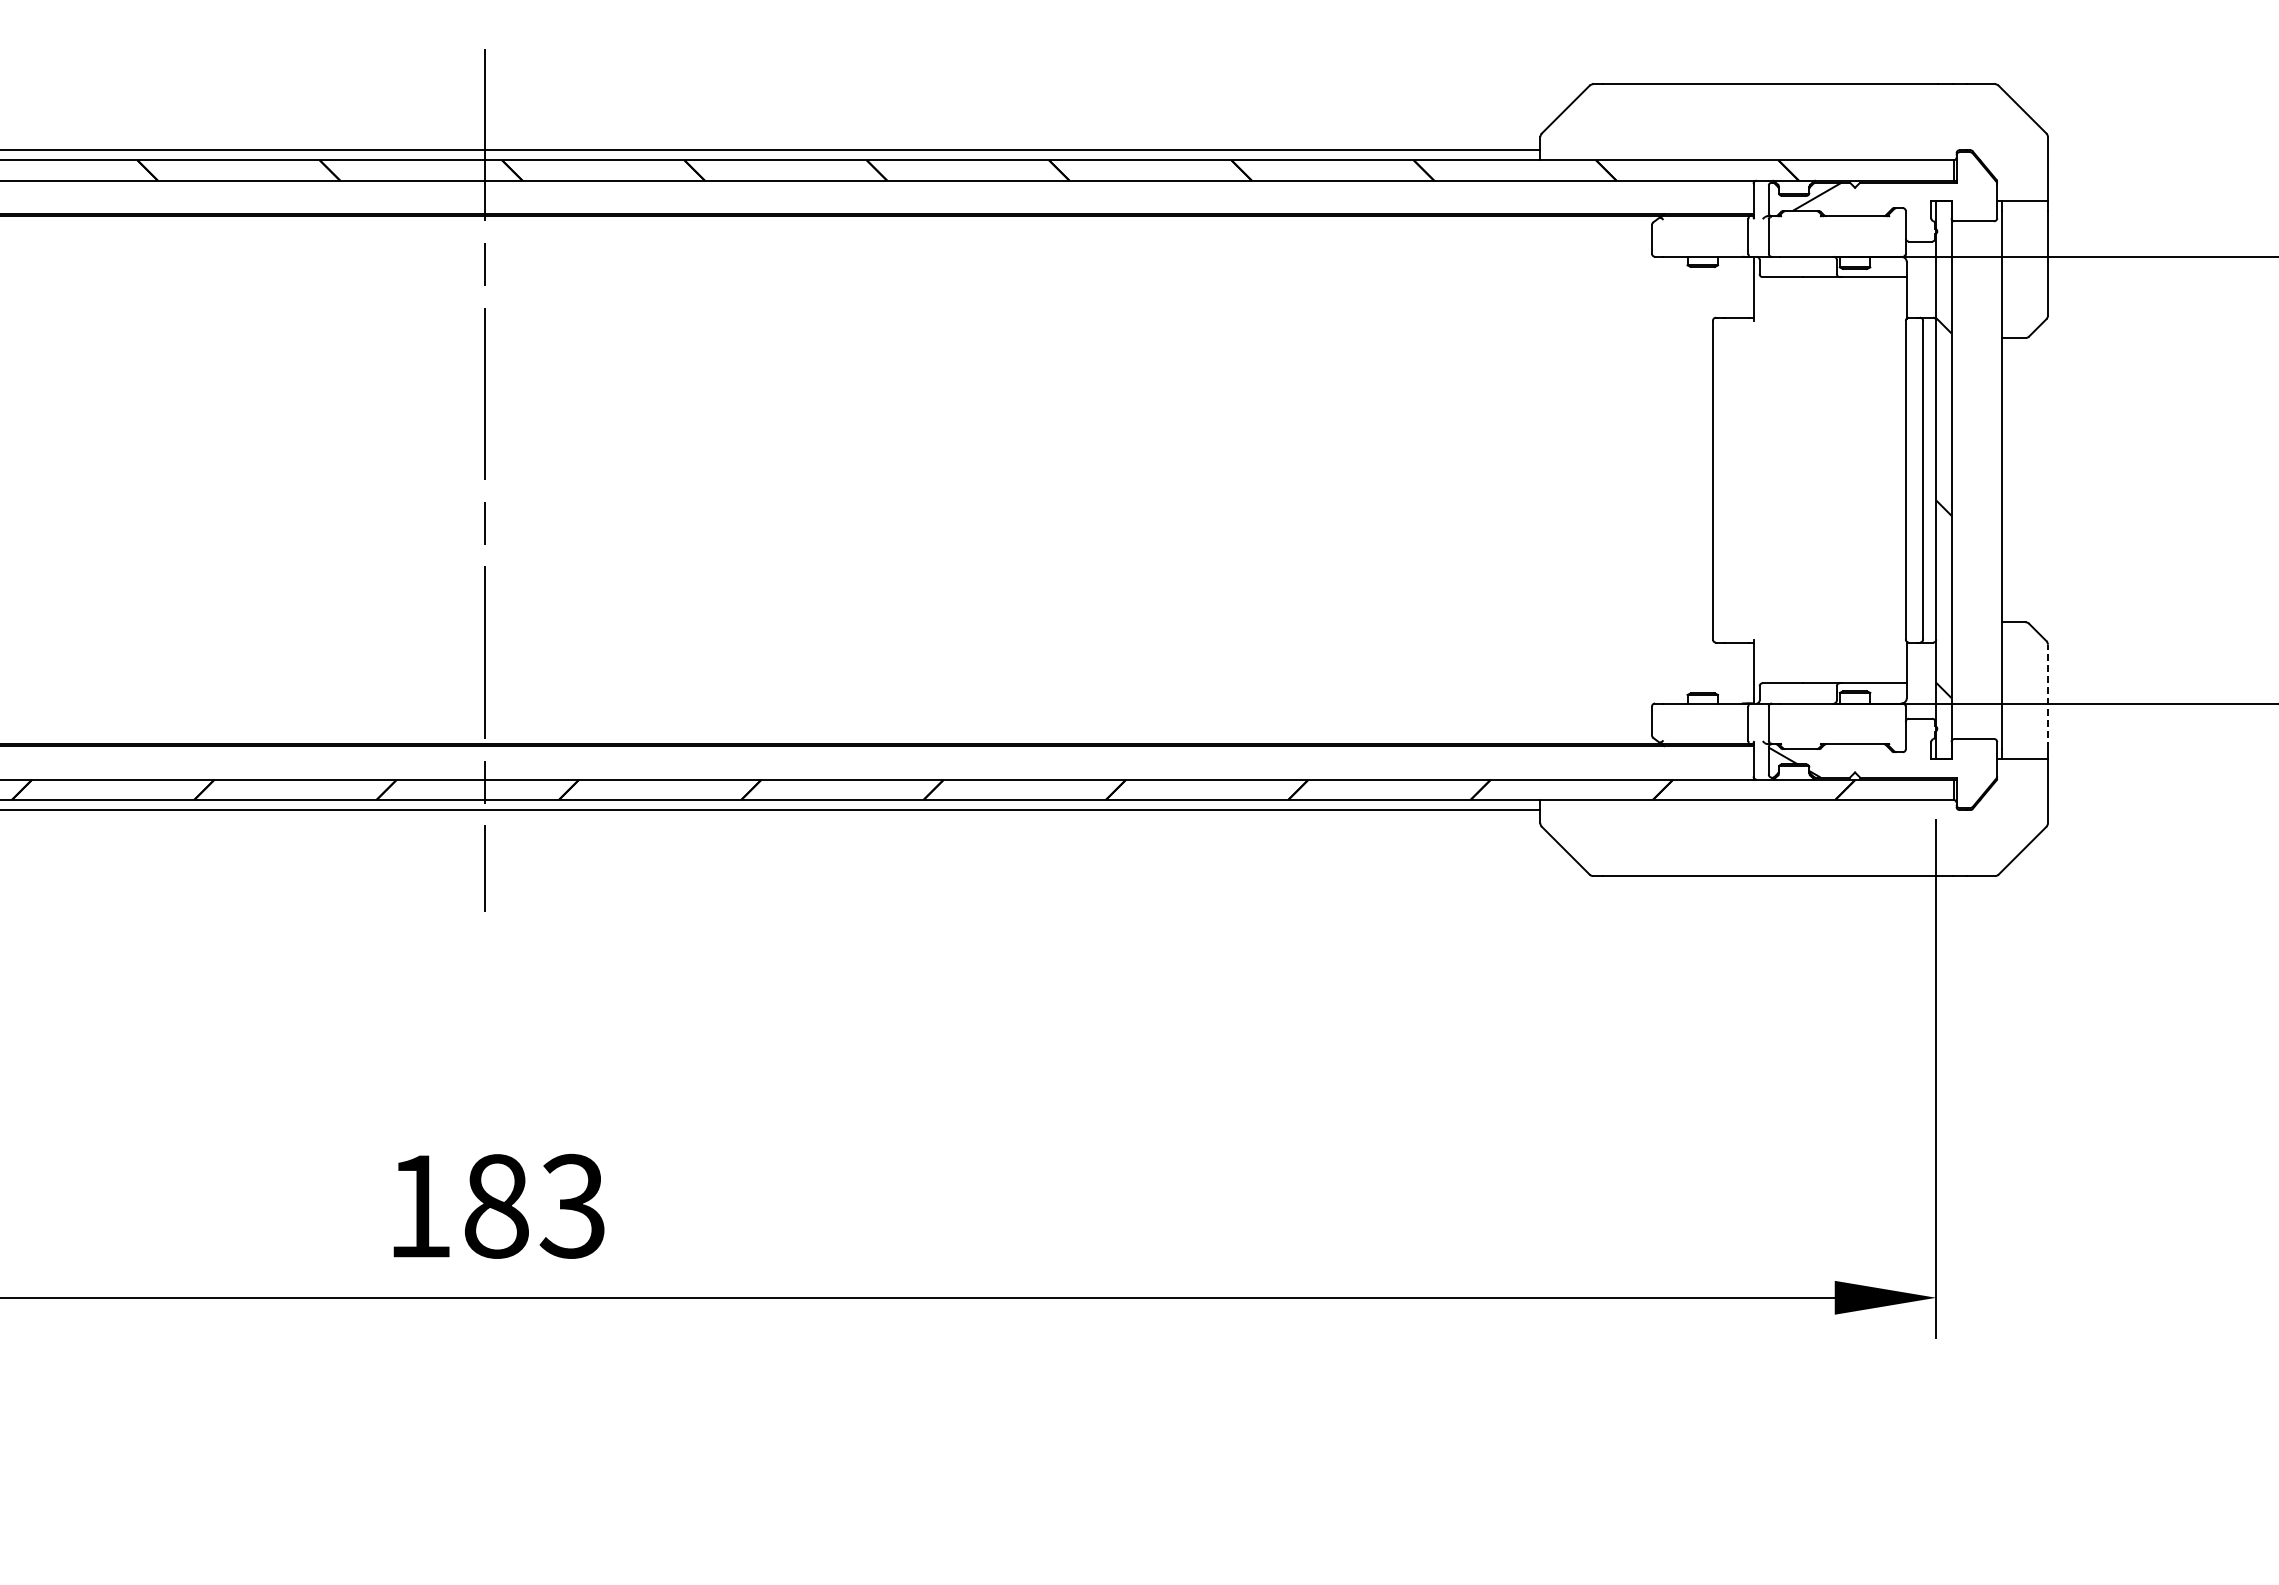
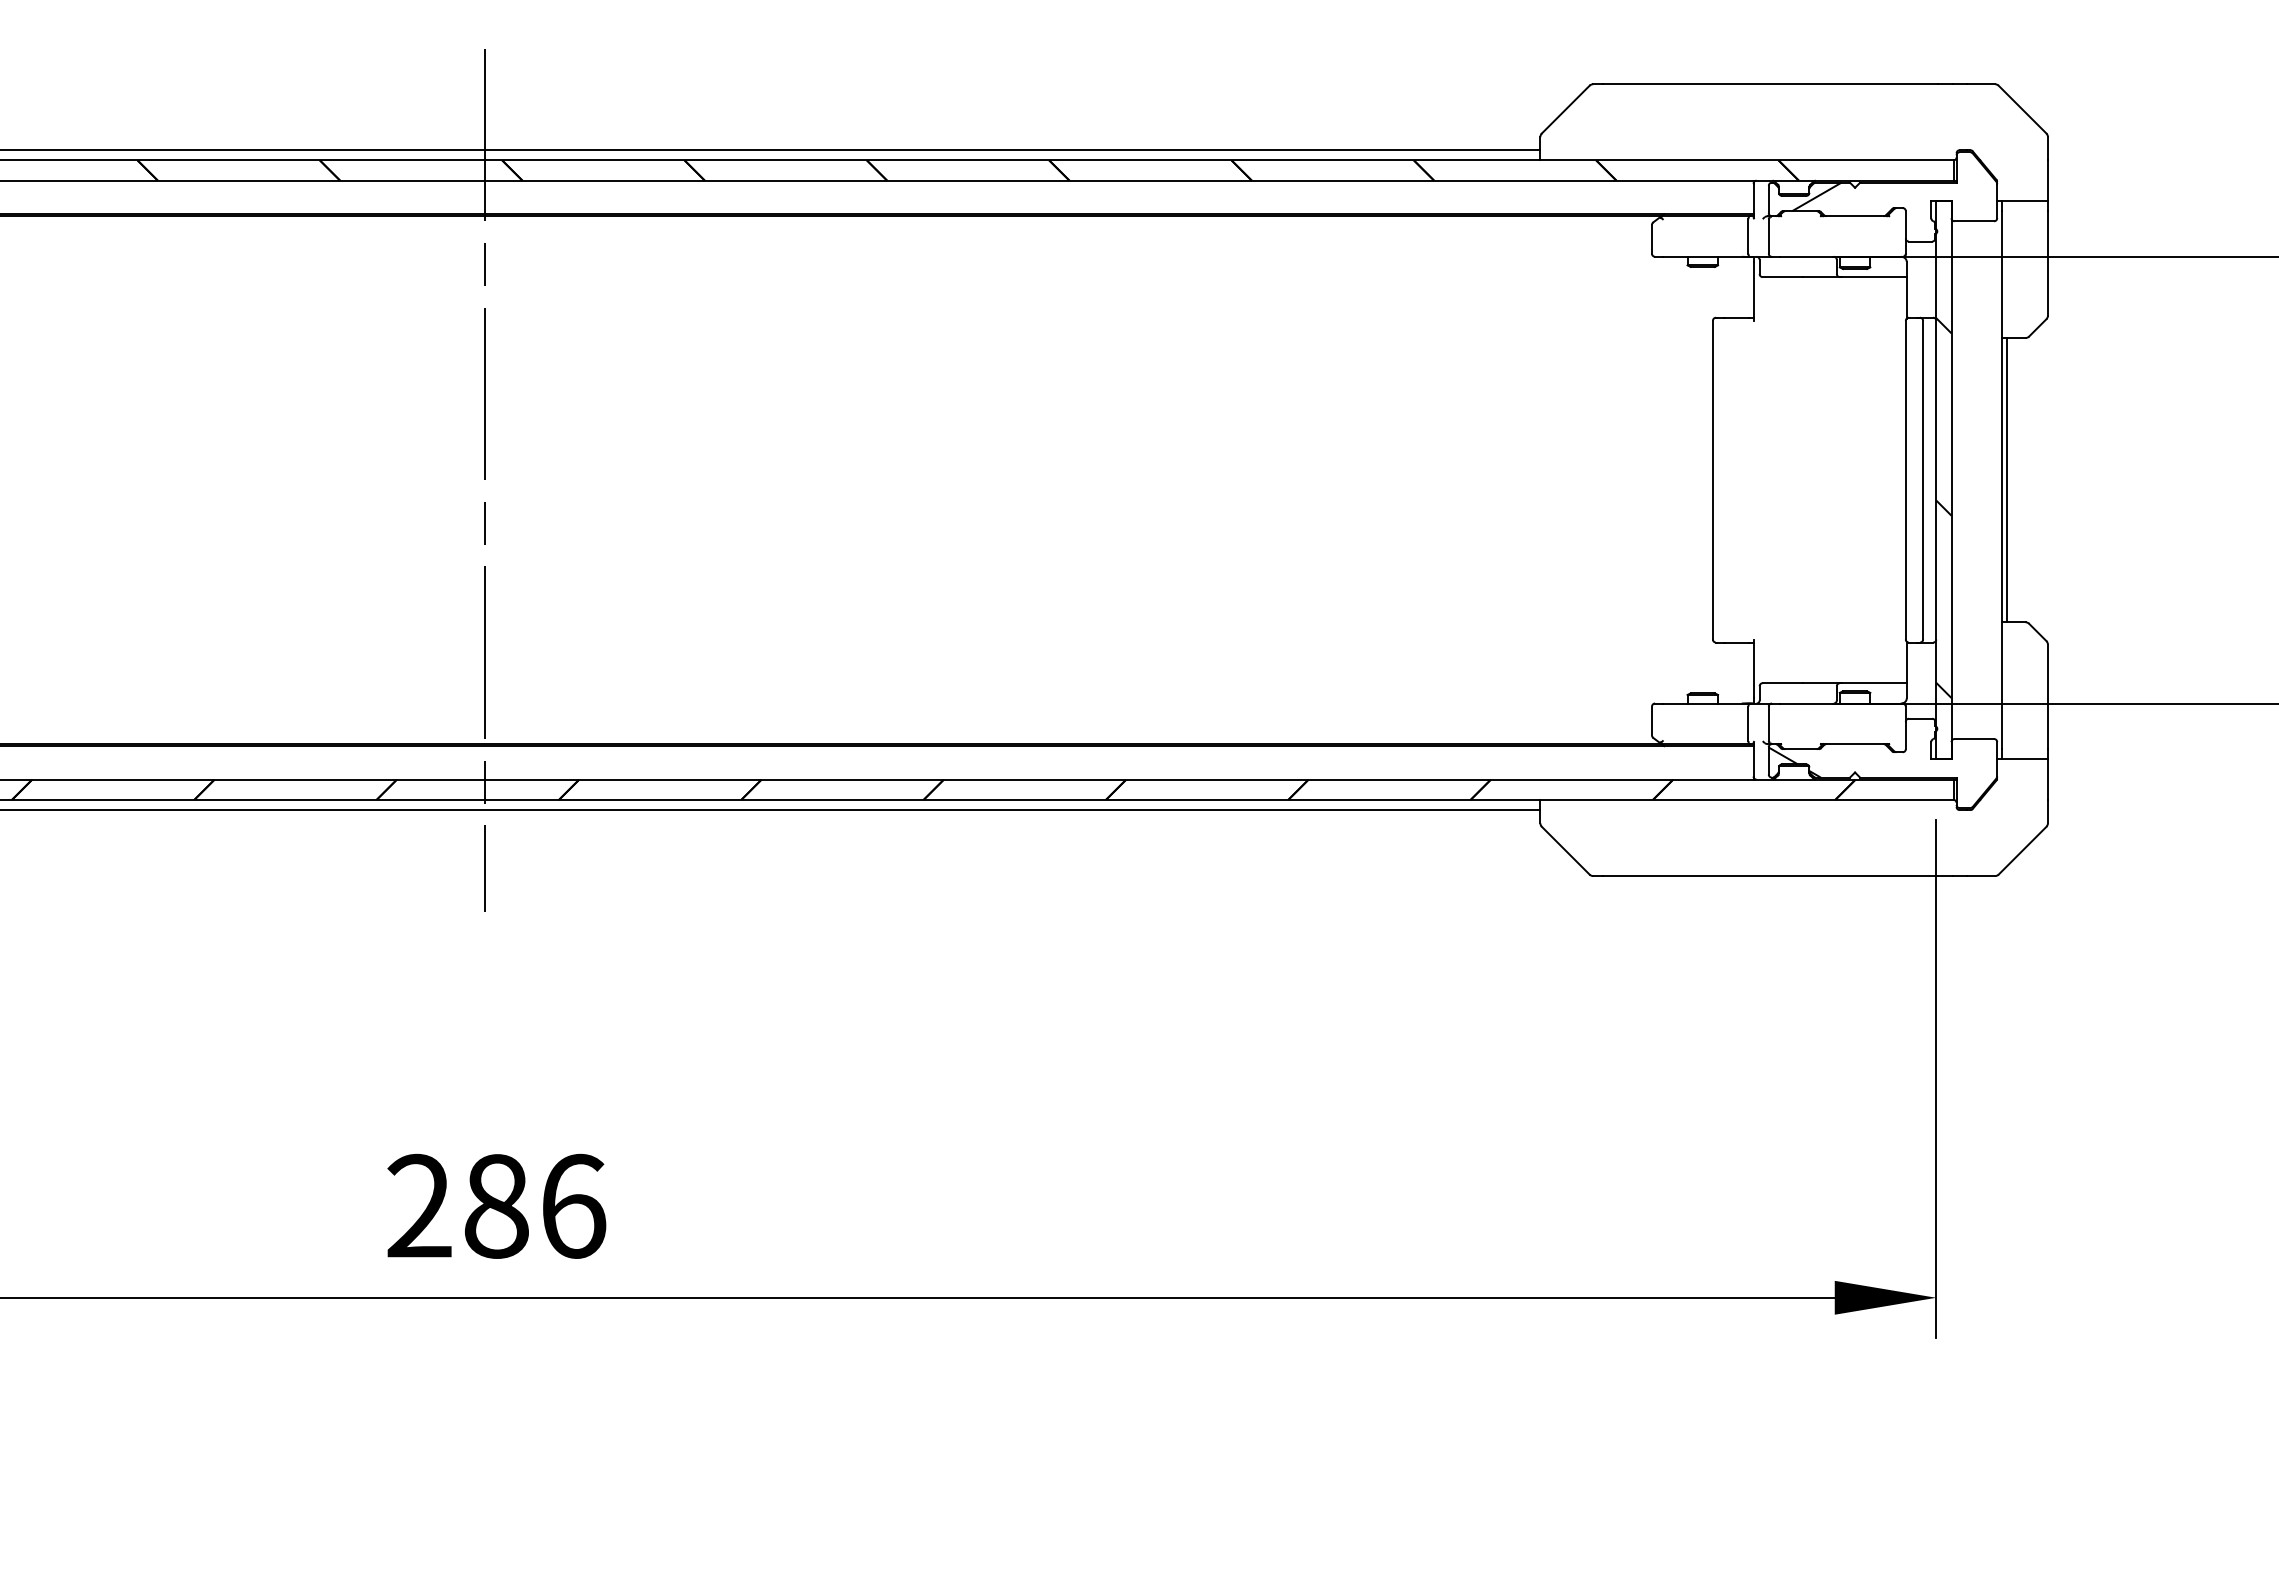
line at (2007, 480): none -> present
line at (2047, 696): dashed -> solid
text at (496, 1205): 183 -> 286
